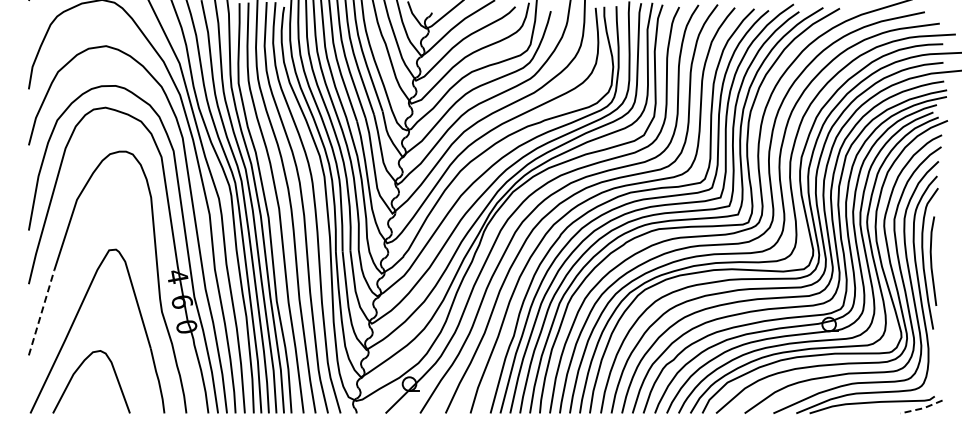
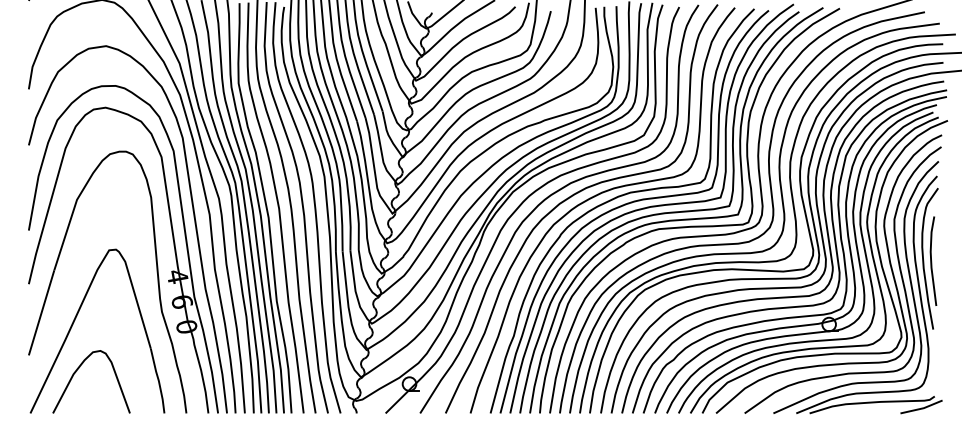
line at (41, 312): dashed -> solid
line at (922, 408): dashed -> solid
